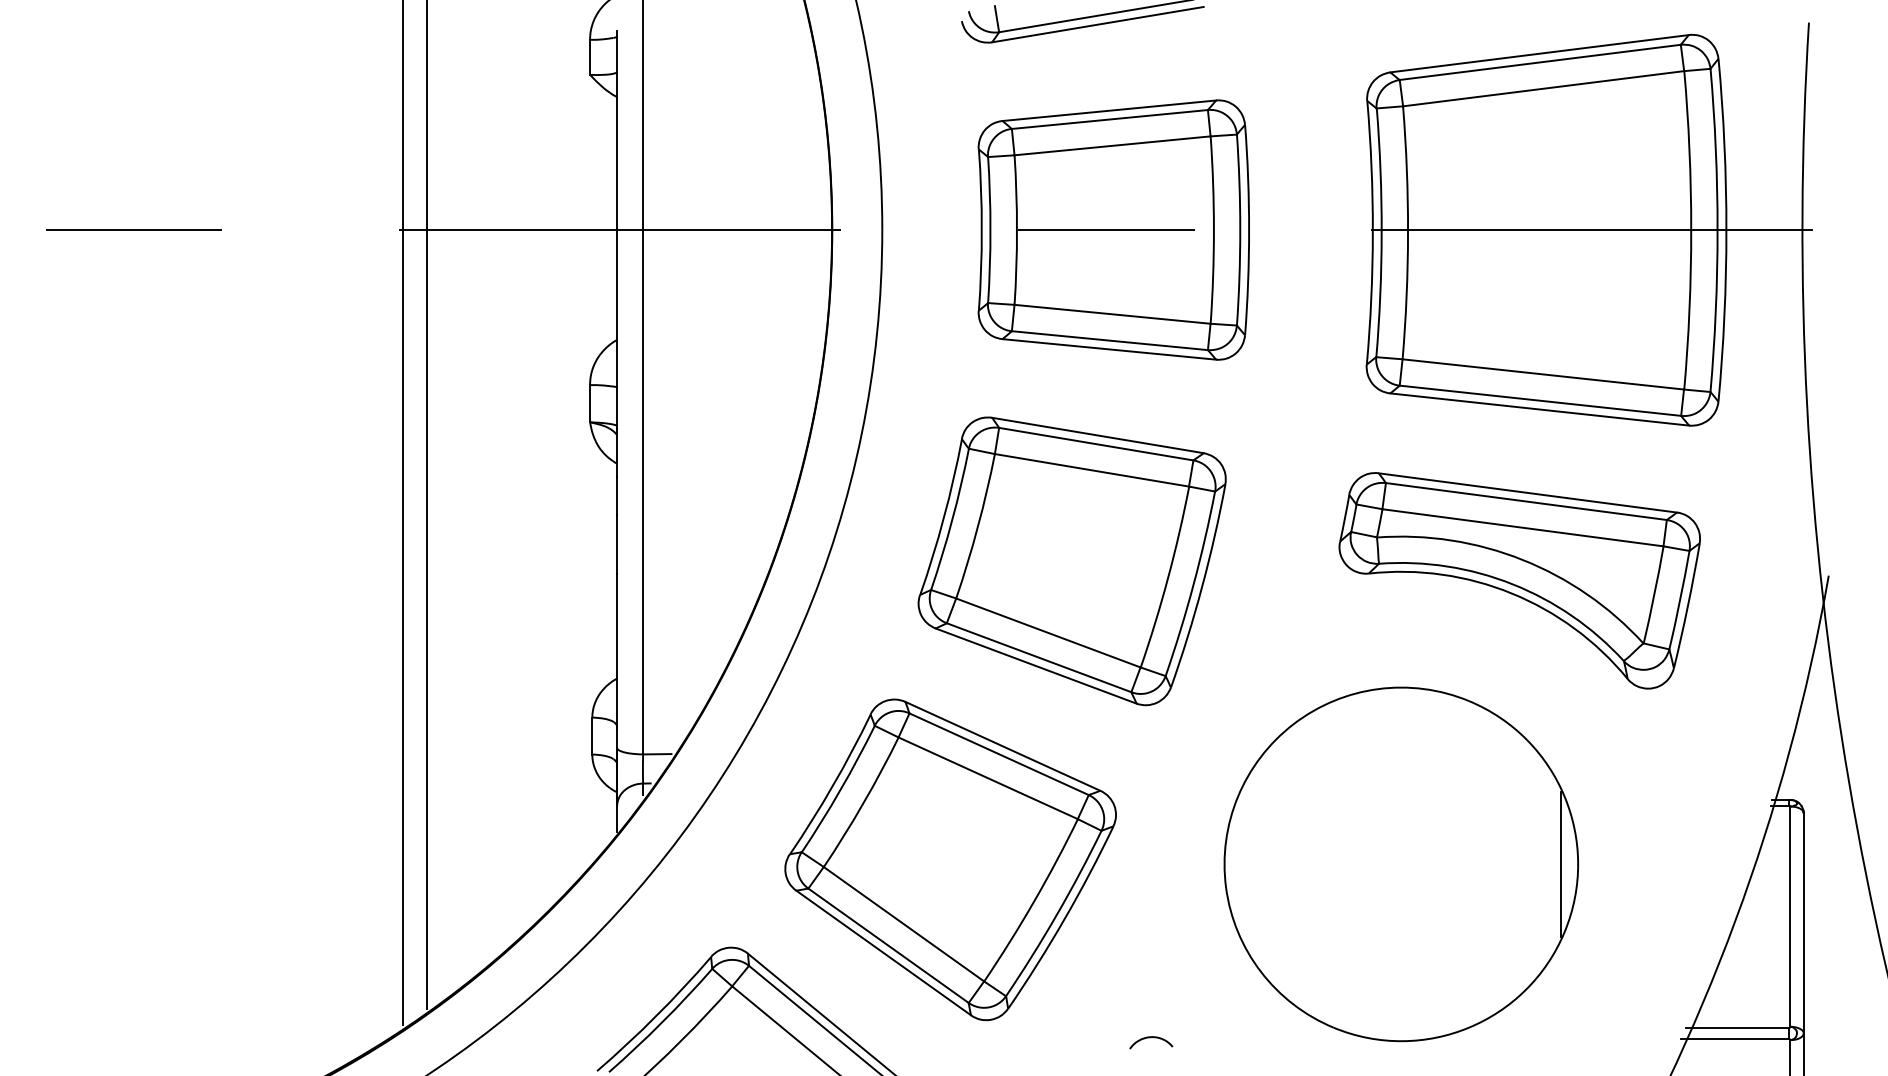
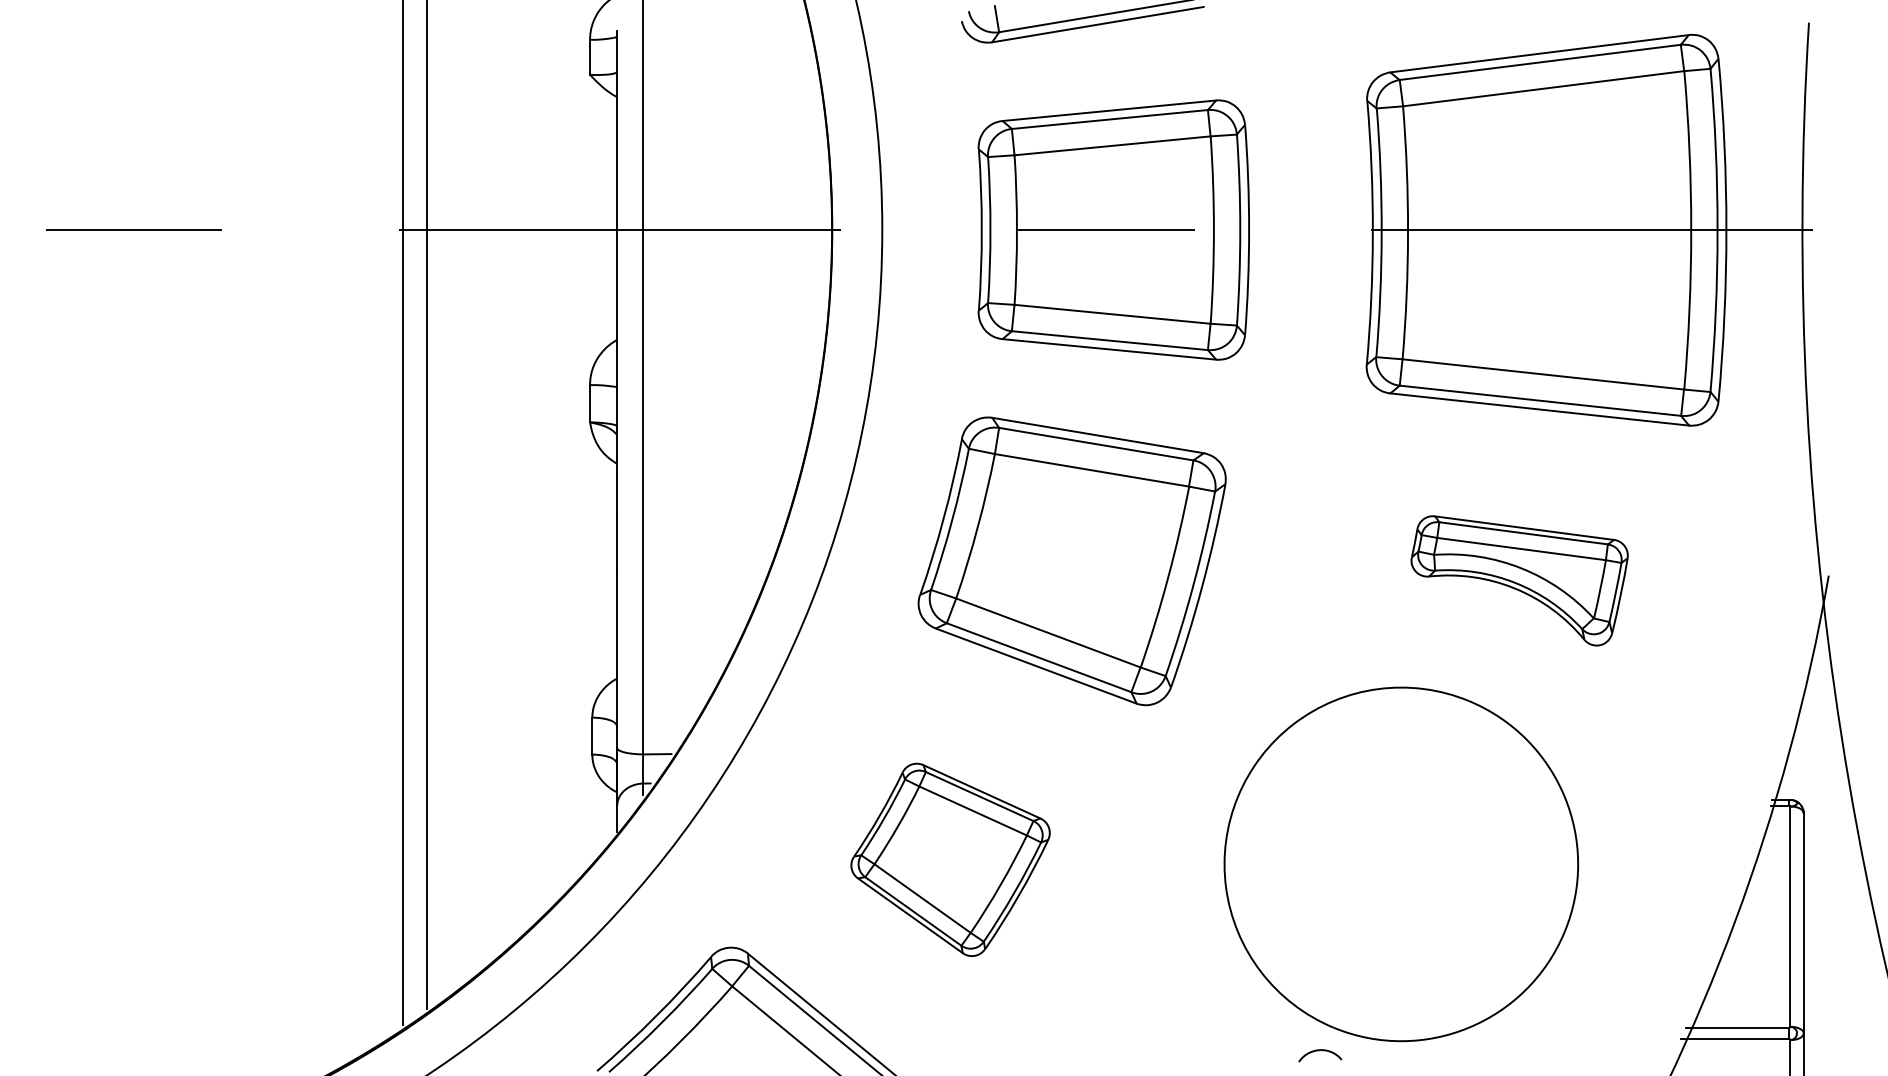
part at (1519, 580) size: 363x218 px -> 219x132 px
part at (950, 859) size: 333x324 px -> 201x195 px
line at (1560, 864): present -> none
curve at (1150, 1038) position: (1150, 1038) -> (1319, 1051)
